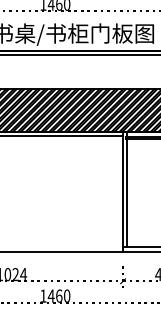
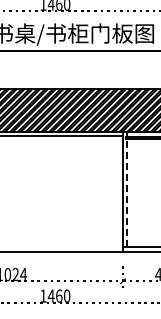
line at (79, 54): present -> none
line at (127, 192): solid -> dashed
